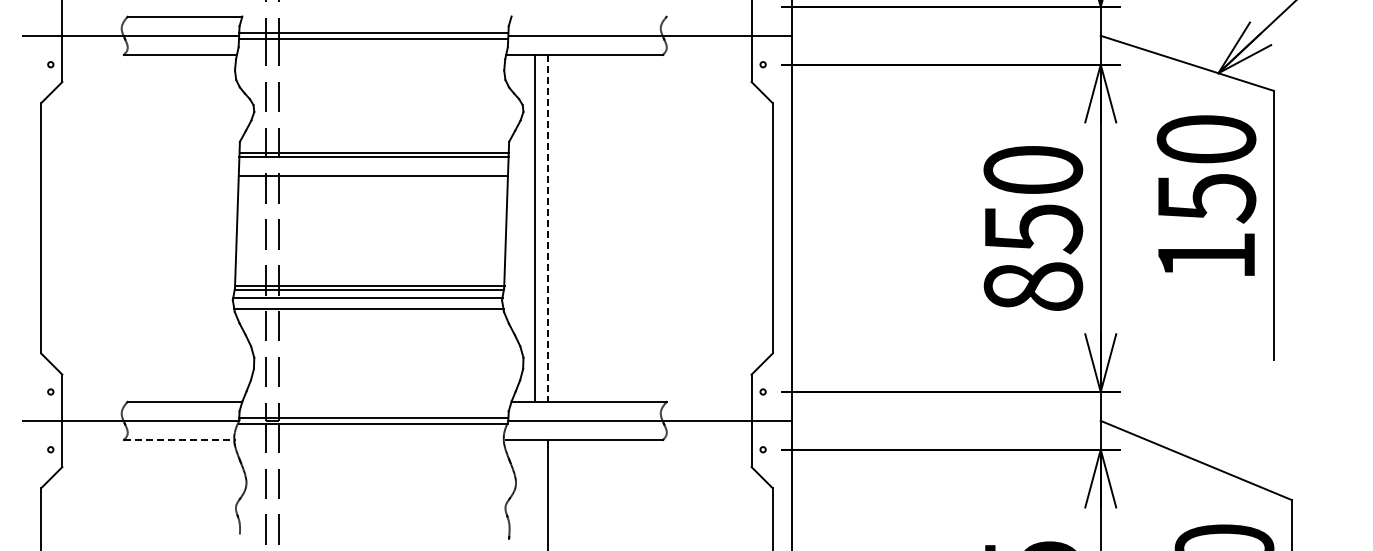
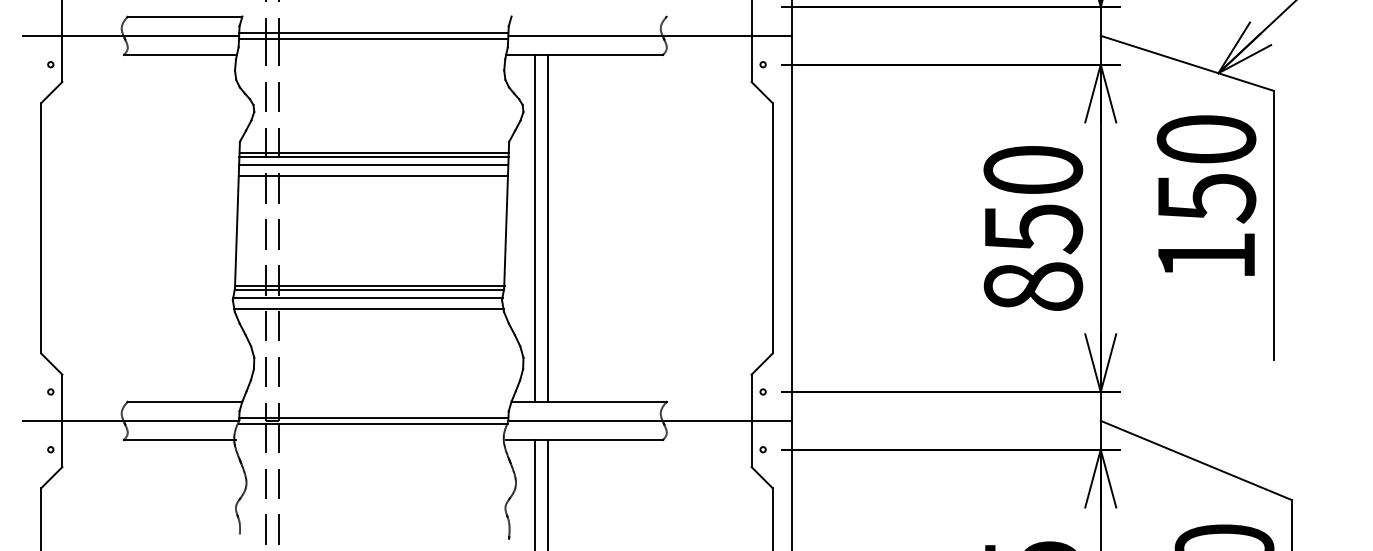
line at (373, 164): none -> present
line at (548, 228): dashed -> solid
line at (180, 440): dashed -> solid
line at (535, 493): none -> present
